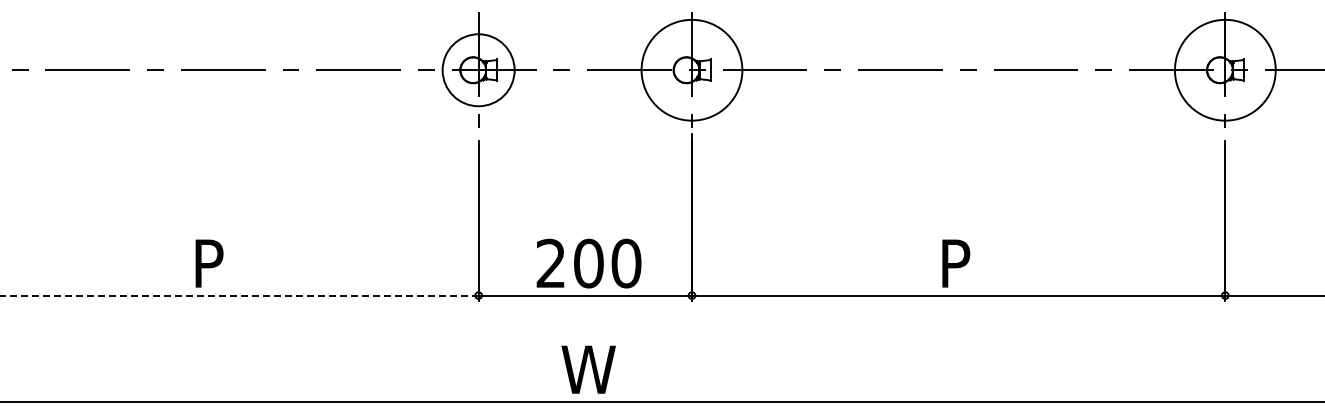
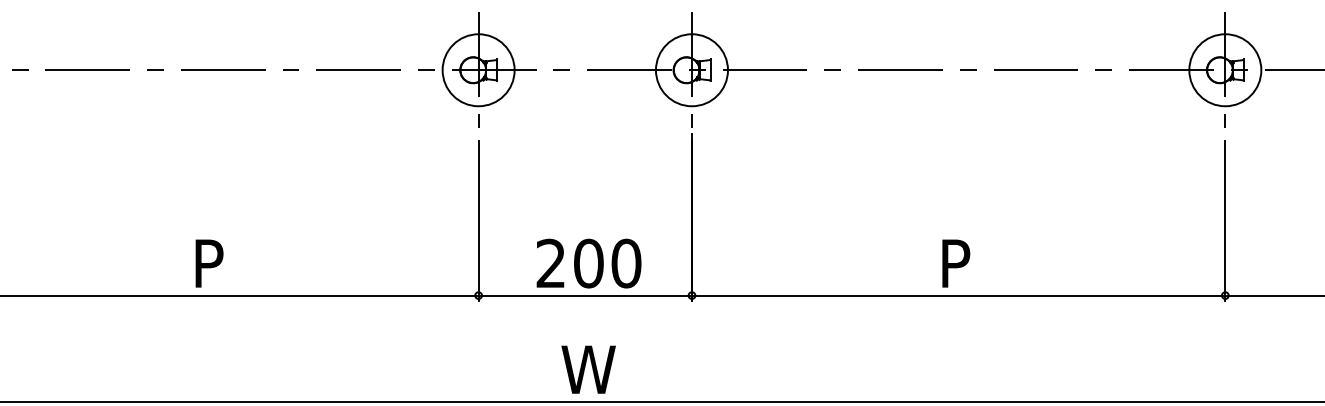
circle at (691, 69) diameter: 101 px -> 72 px
circle at (1224, 69) diameter: 101 px -> 72 px
line at (238, 295): dashed -> solid
